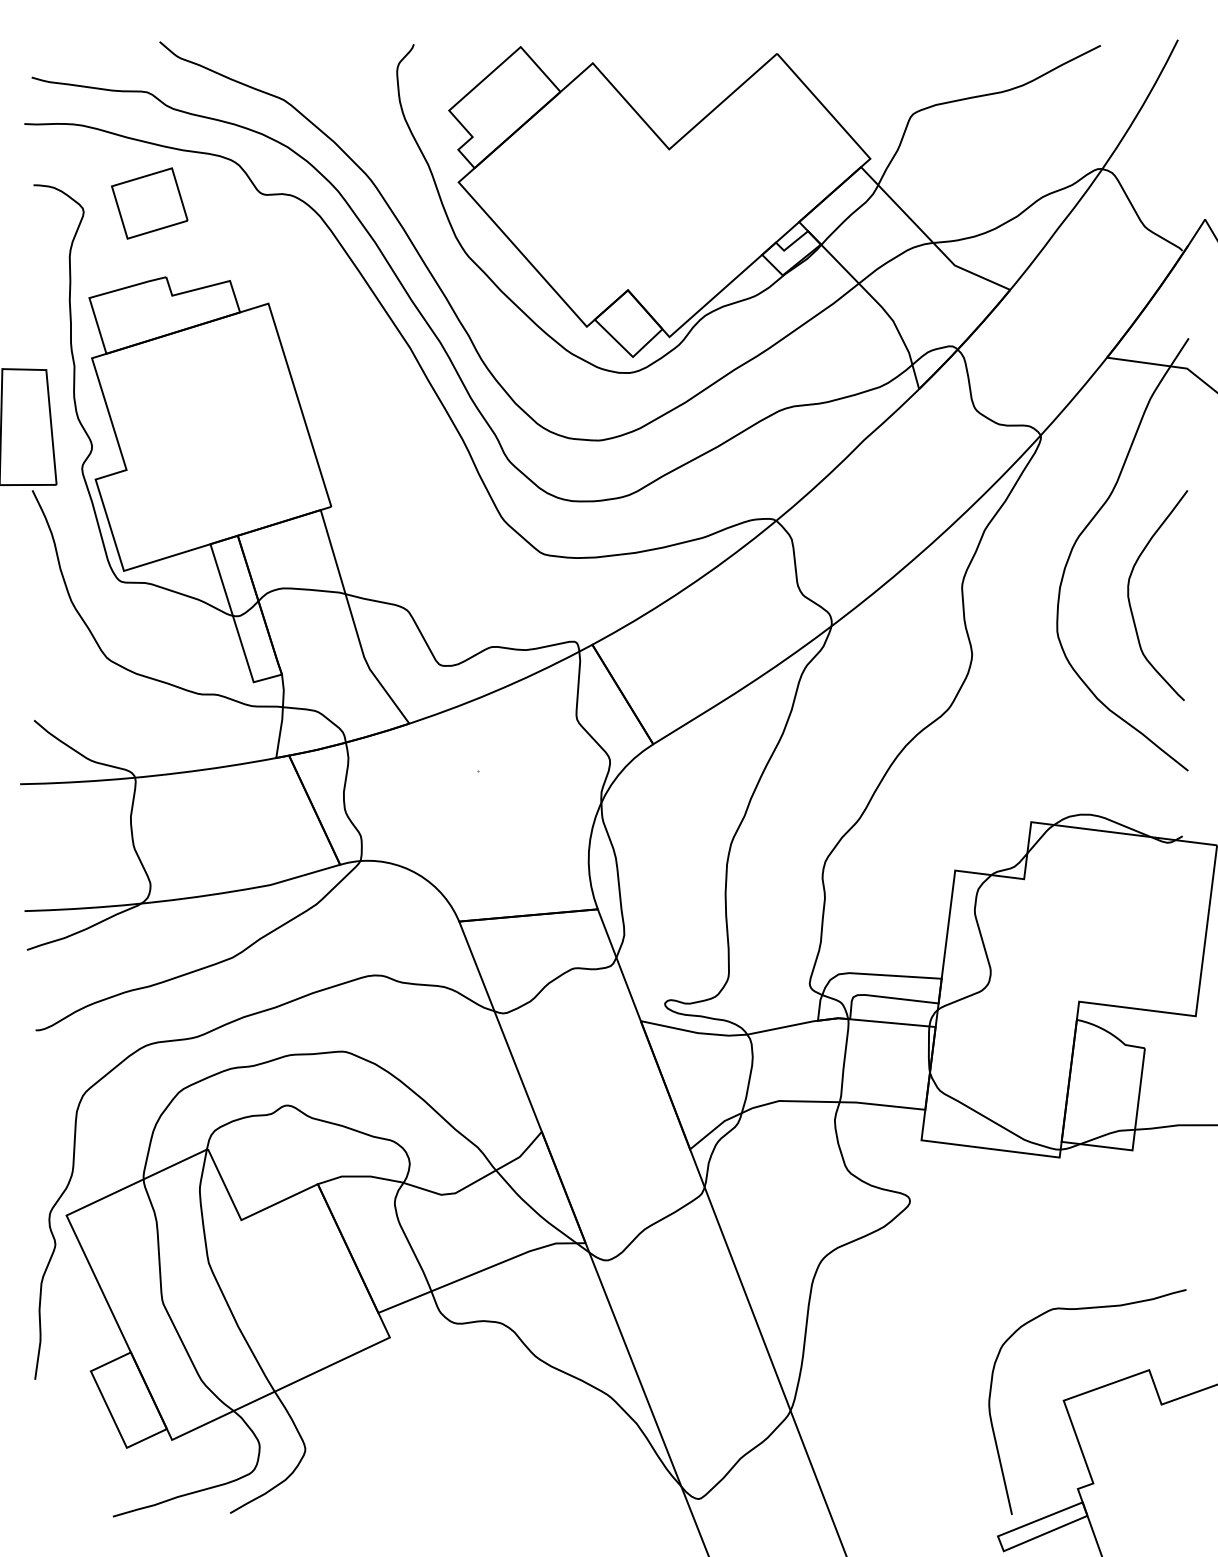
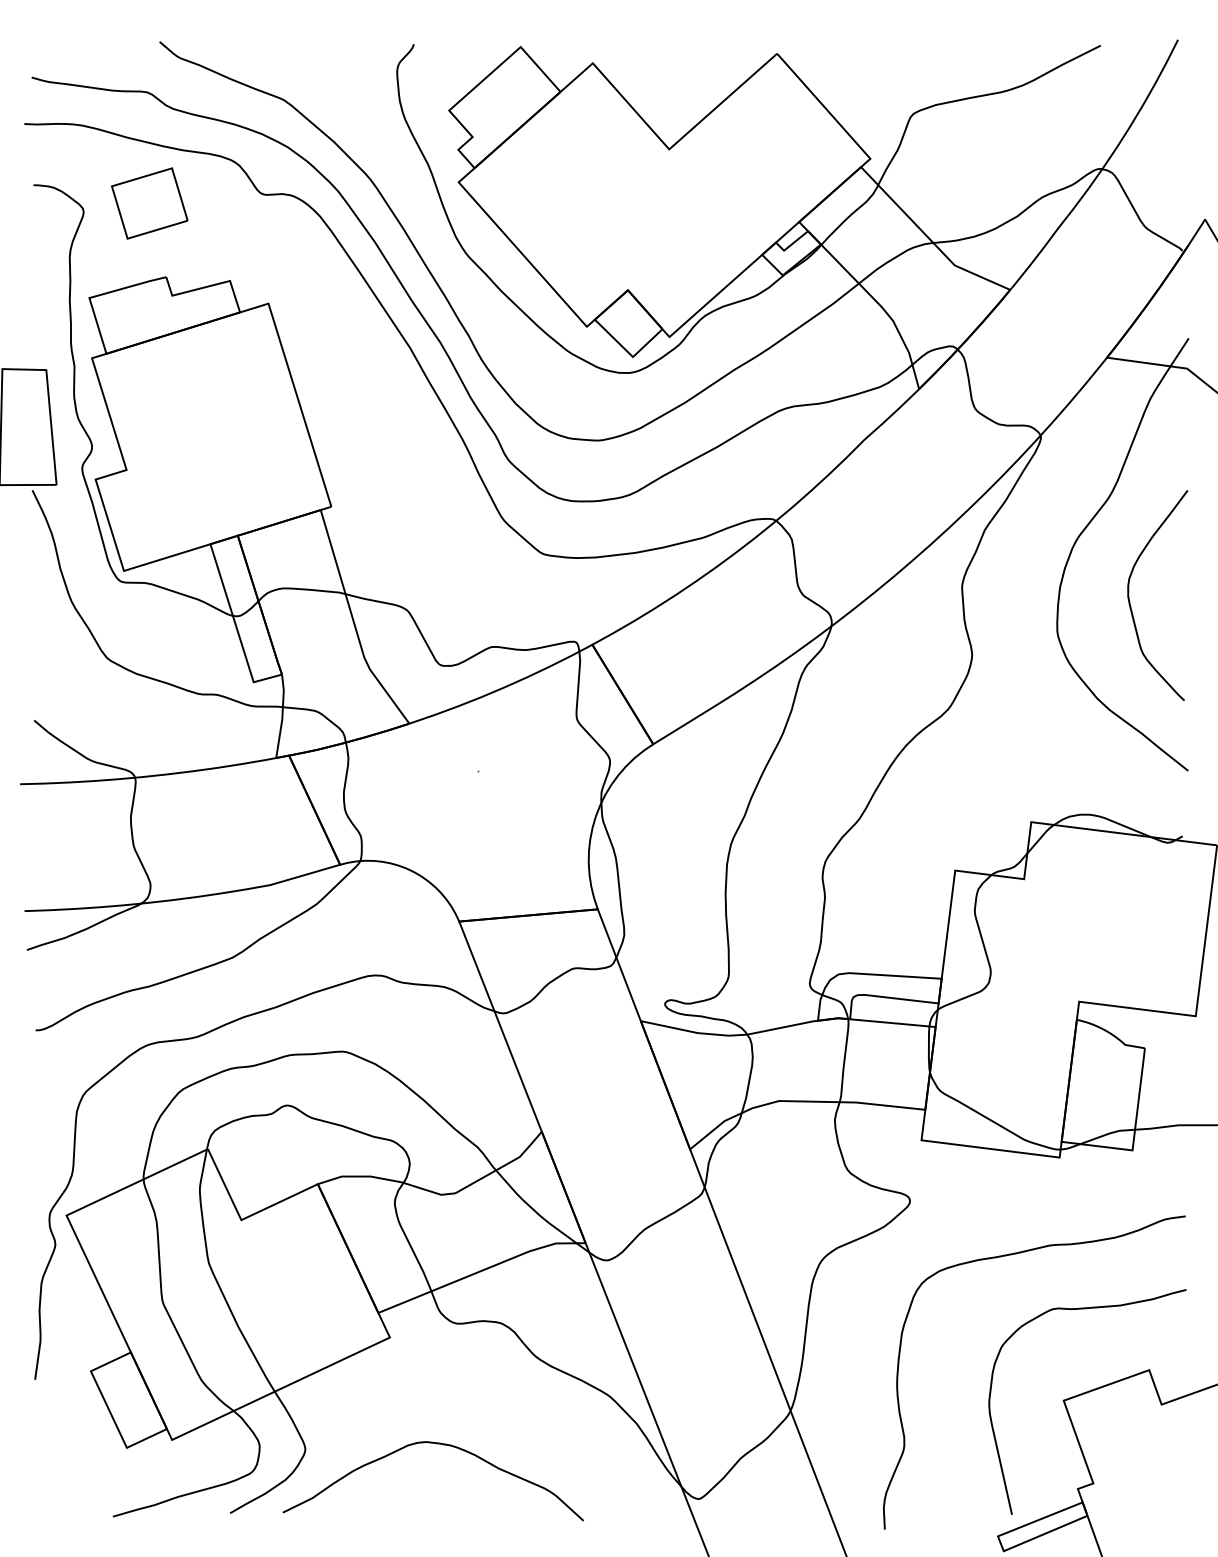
curve at (1011, 1255): none -> present
curve at (436, 1444): none -> present
